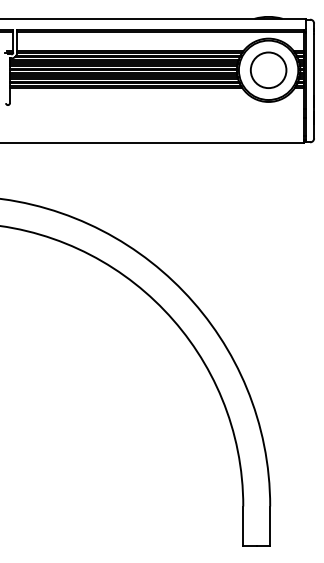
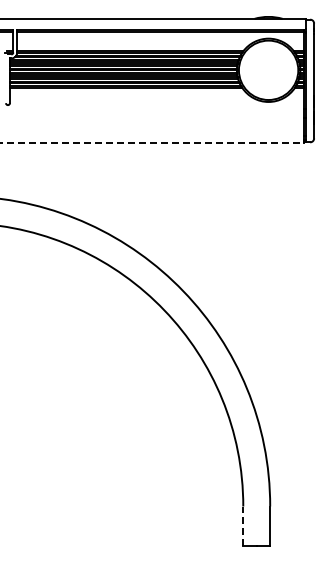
circle at (268, 69): present -> none
line at (152, 142): solid -> dashed
line at (243, 526): solid -> dashed
